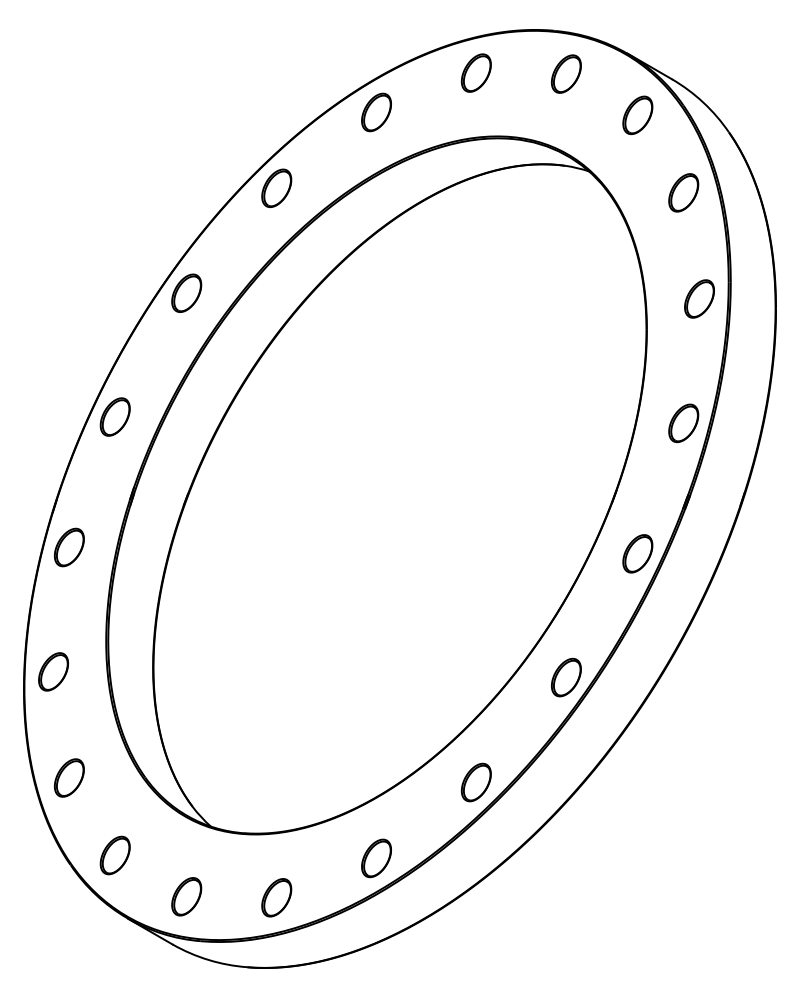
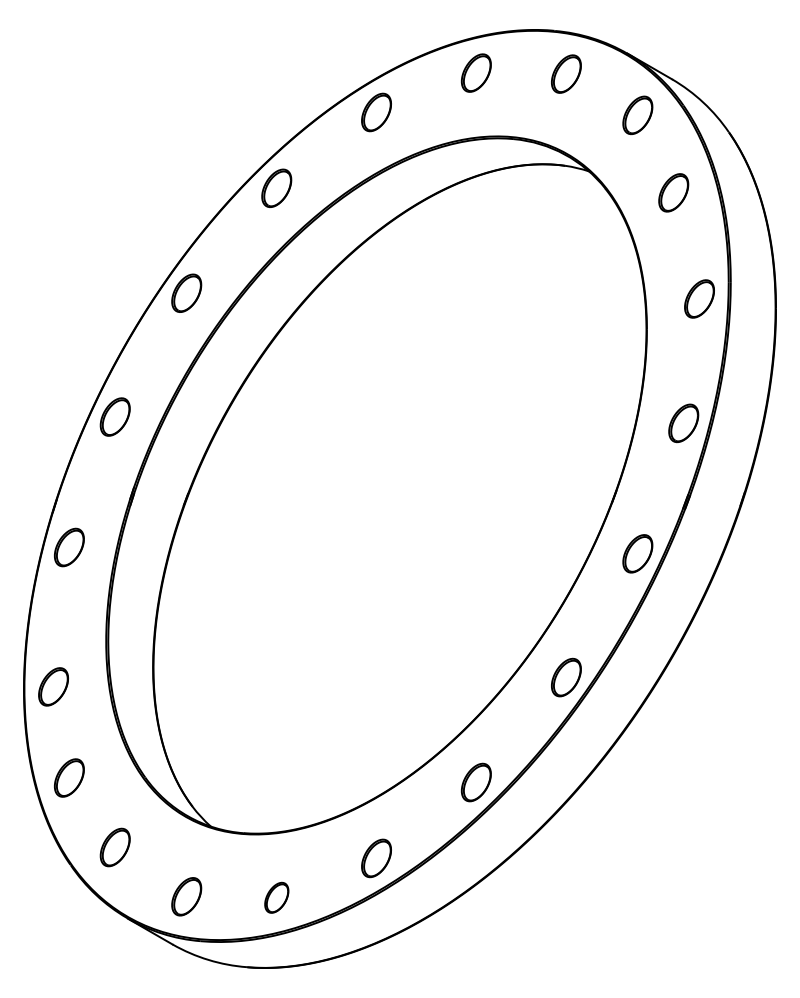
part at (683, 192) position: (683, 192) -> (673, 192)
part at (53, 671) position: (53, 671) -> (53, 686)
part at (114, 855) position: (114, 855) -> (114, 847)
part at (276, 897) size: 32x40 px -> 26x33 px
